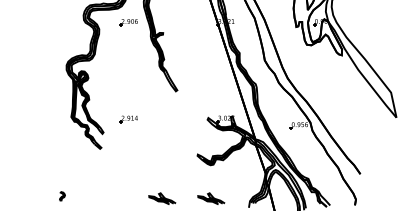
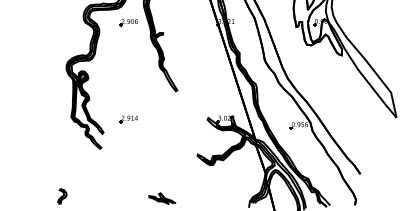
part at (62, 196) size: 7x11 px -> 11x17 px
part at (211, 198): present -> none
